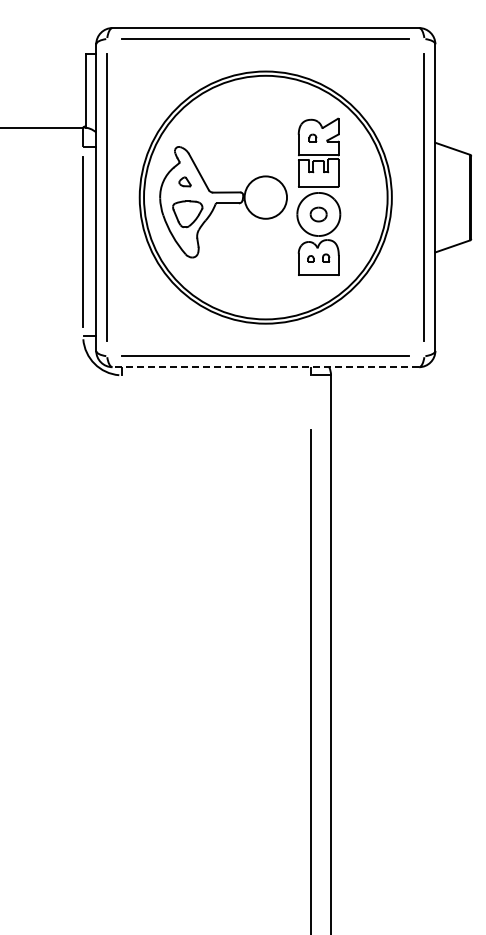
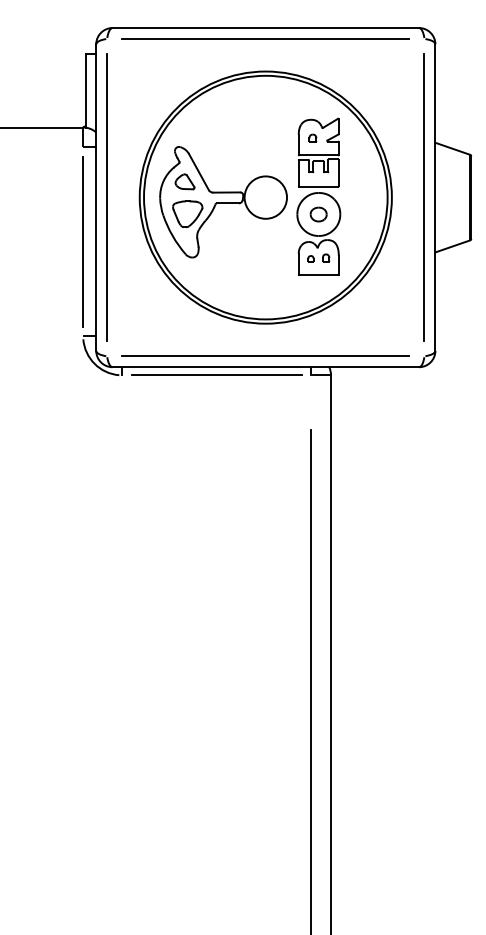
part at (184, 181) size: 14x12 px -> 22x18 px
line at (265, 367): dashed -> solid
line at (216, 375): none -> present
